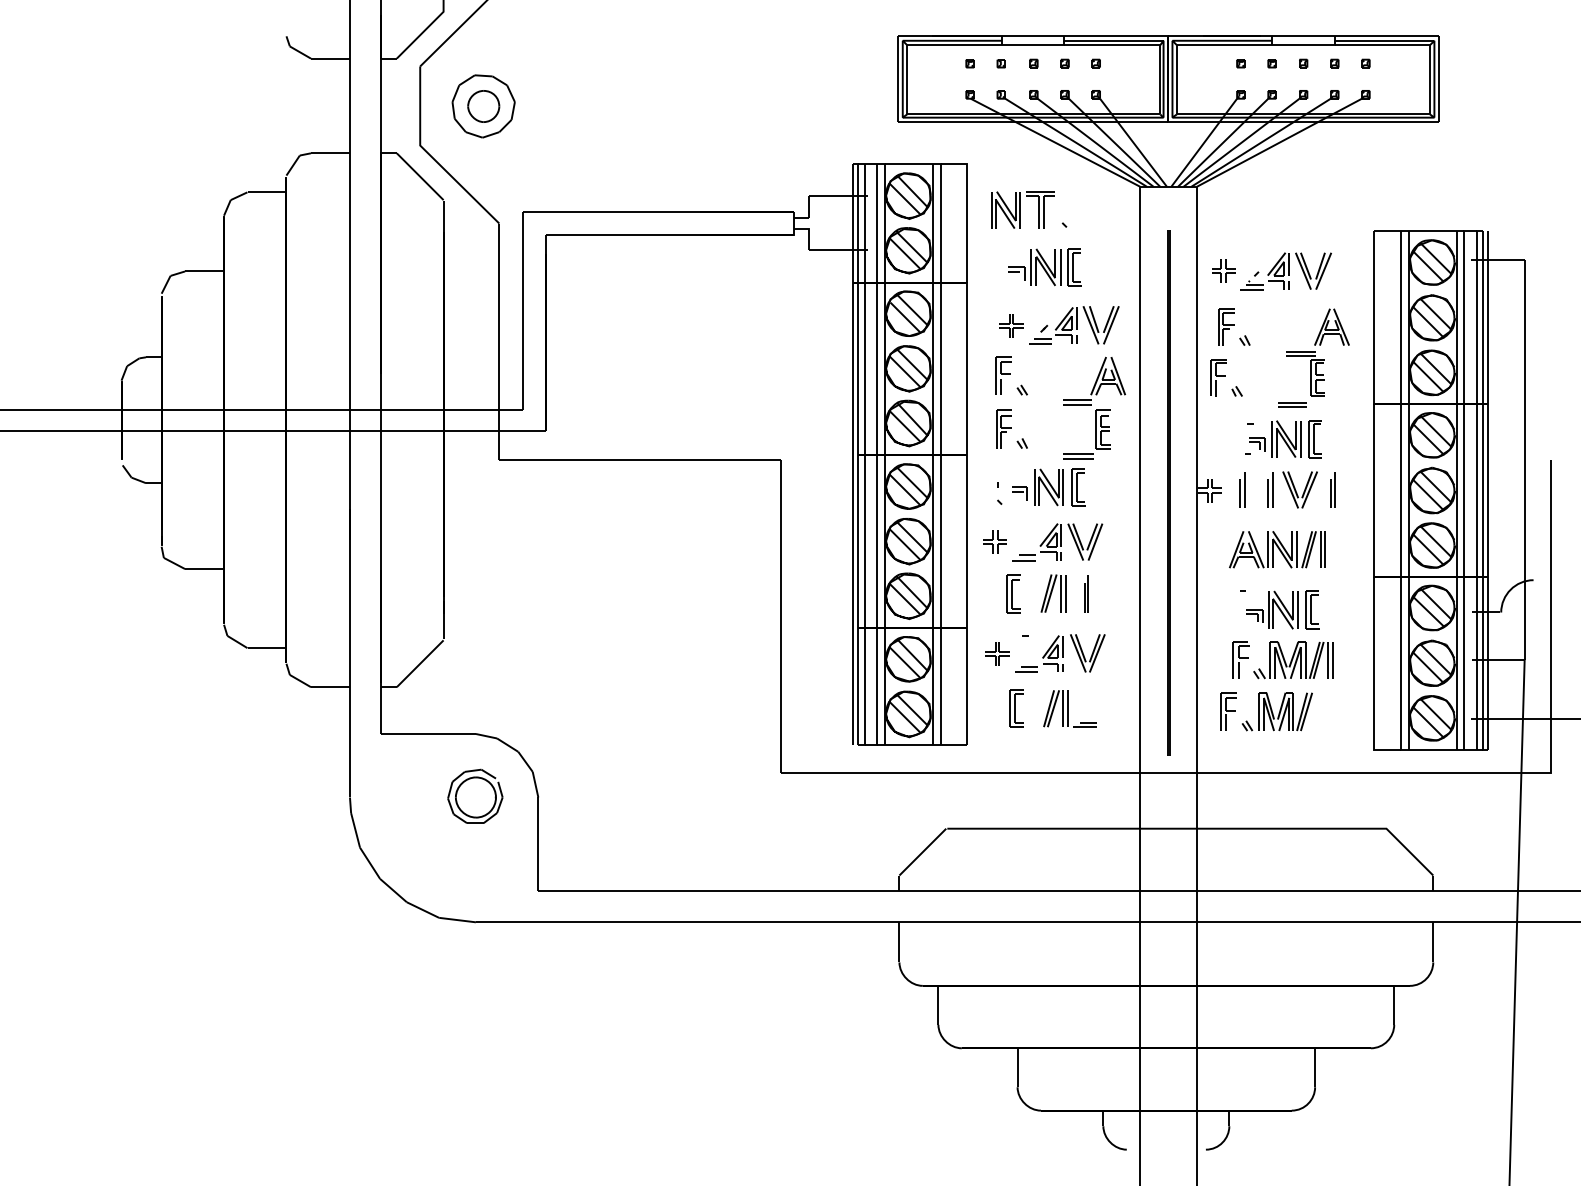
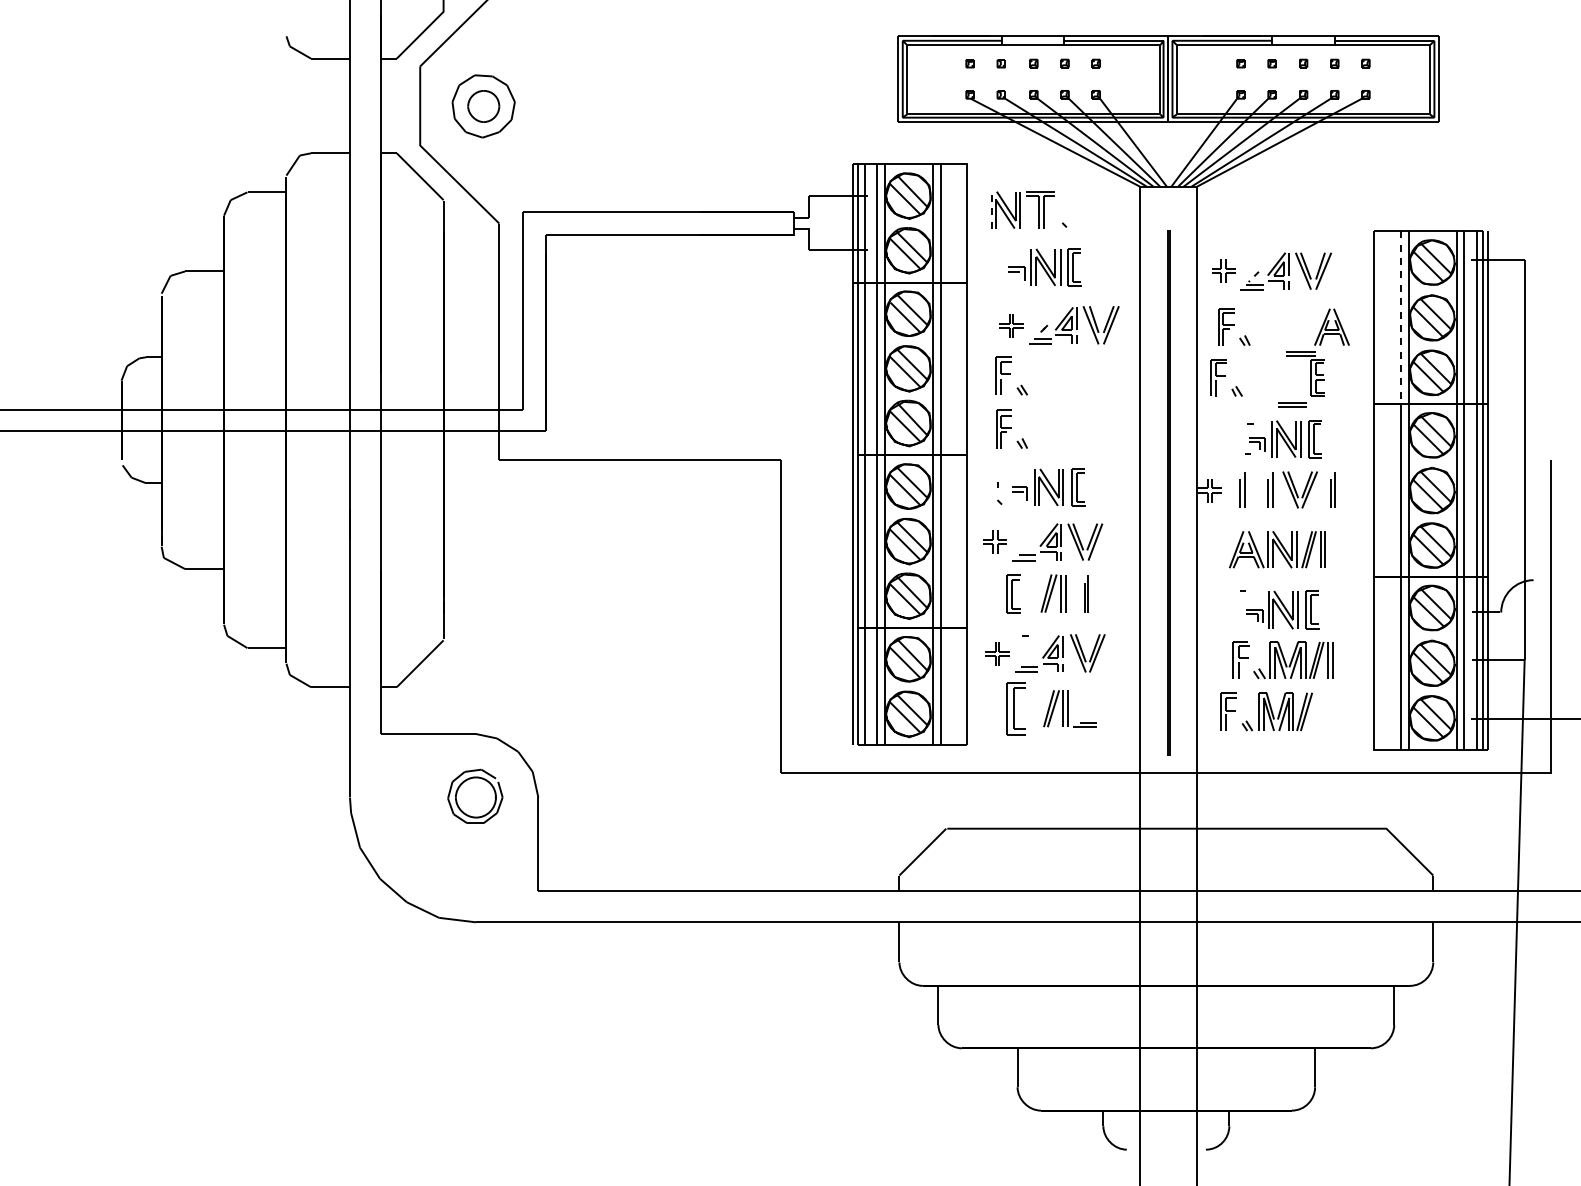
line at (991, 209): solid -> dashed
line at (1400, 327): solid -> dashed
part at (1094, 407): present -> none
part at (1016, 708) size: 15x39 px -> 20x54 px
